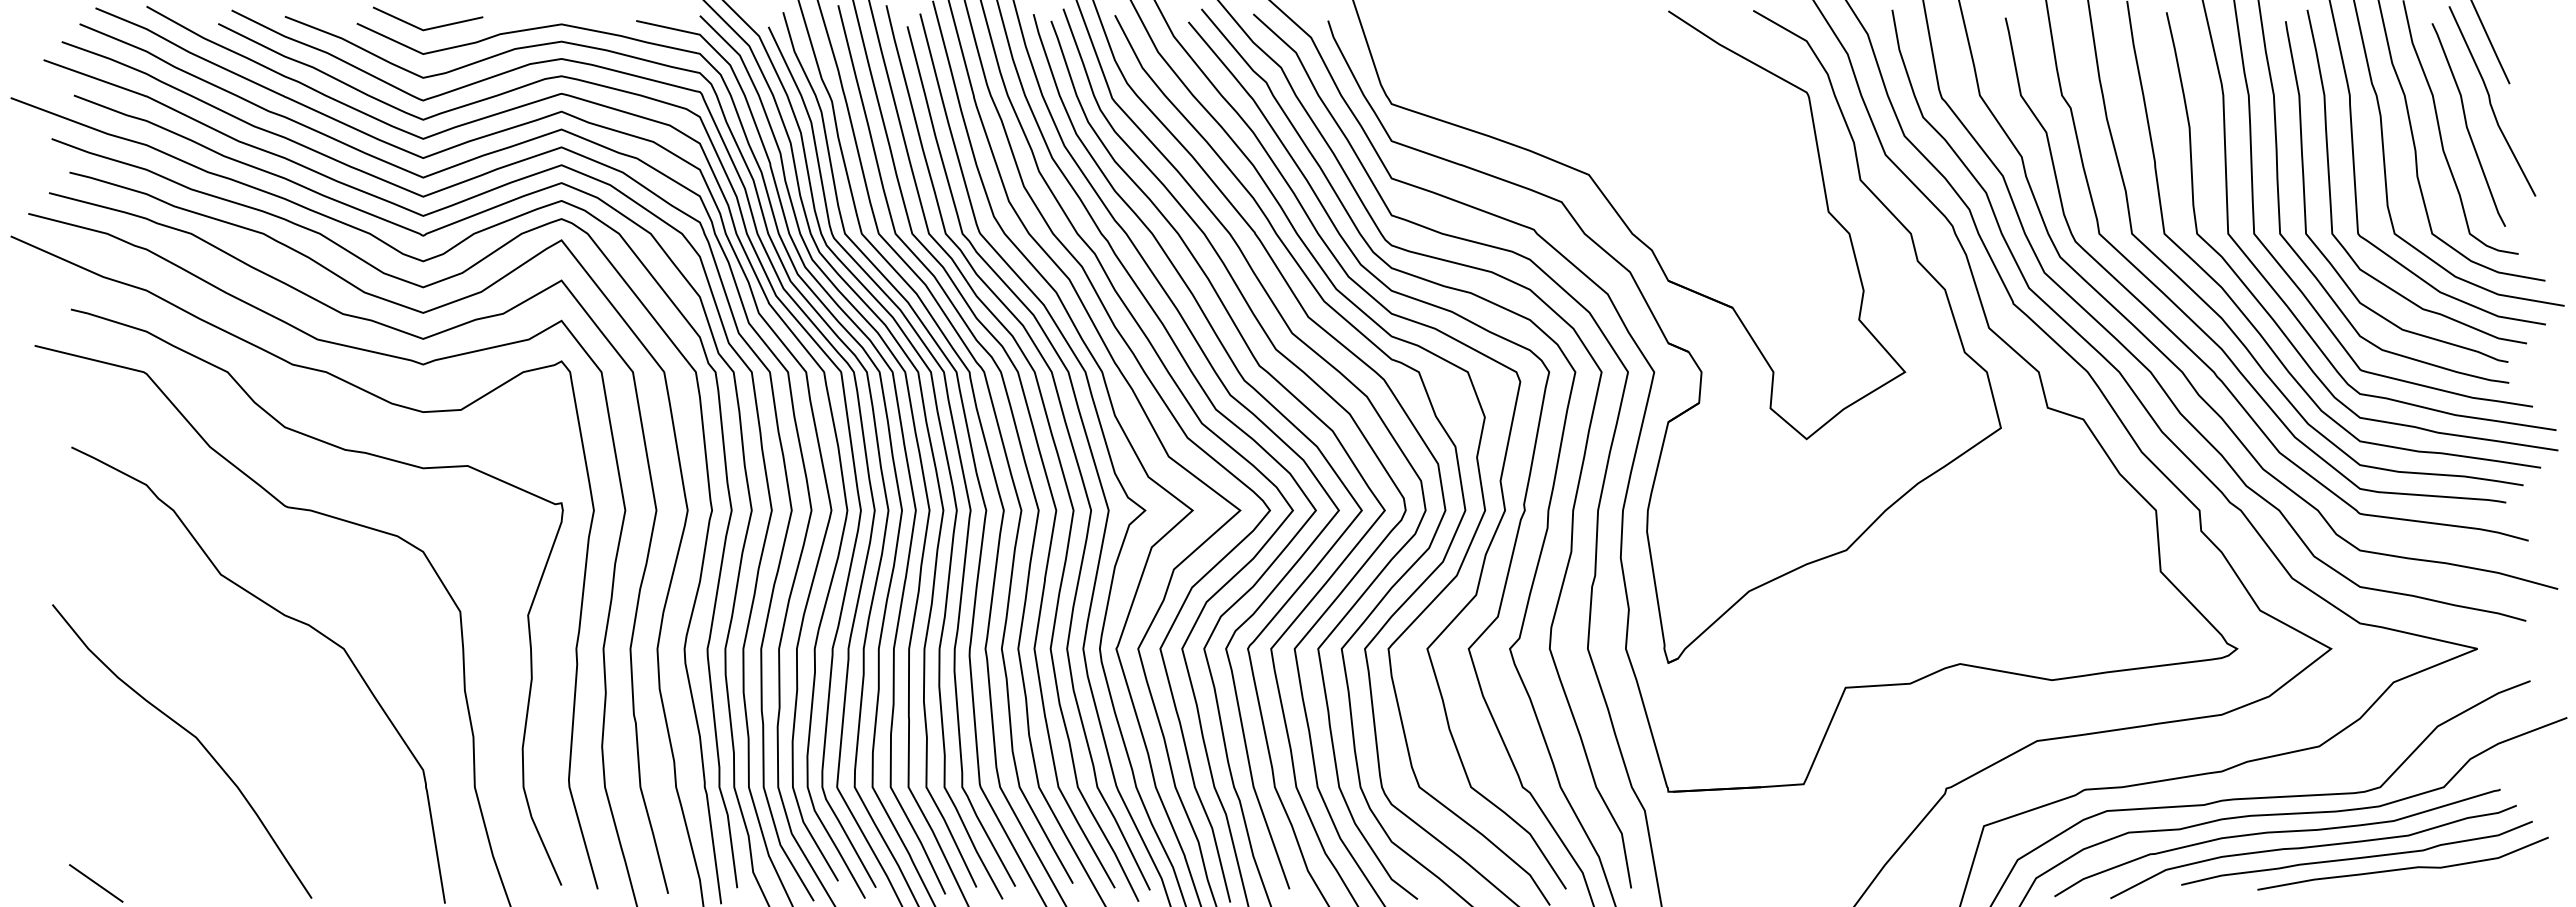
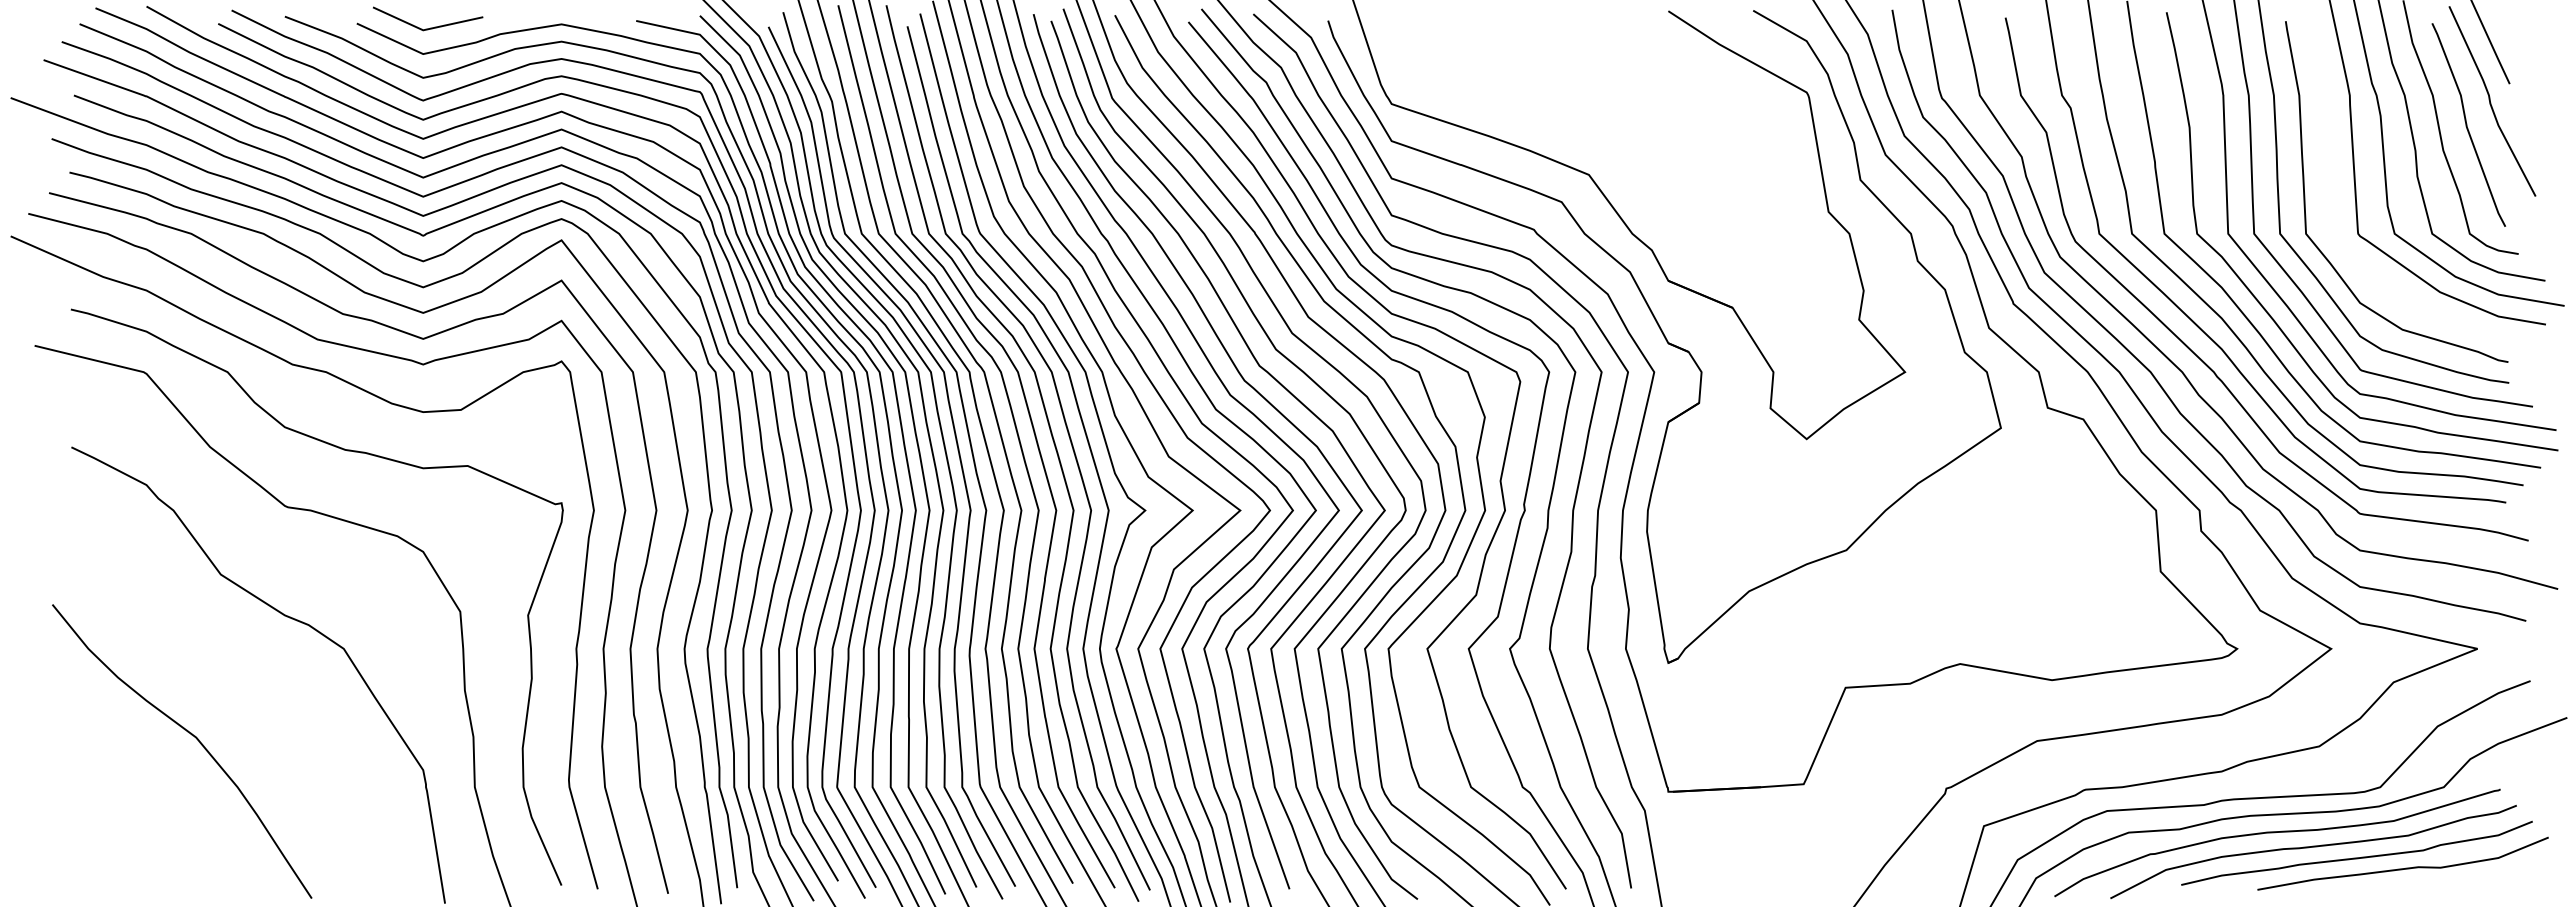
curve at (2330, 180): present -> none
line at (96, 883): present -> none
